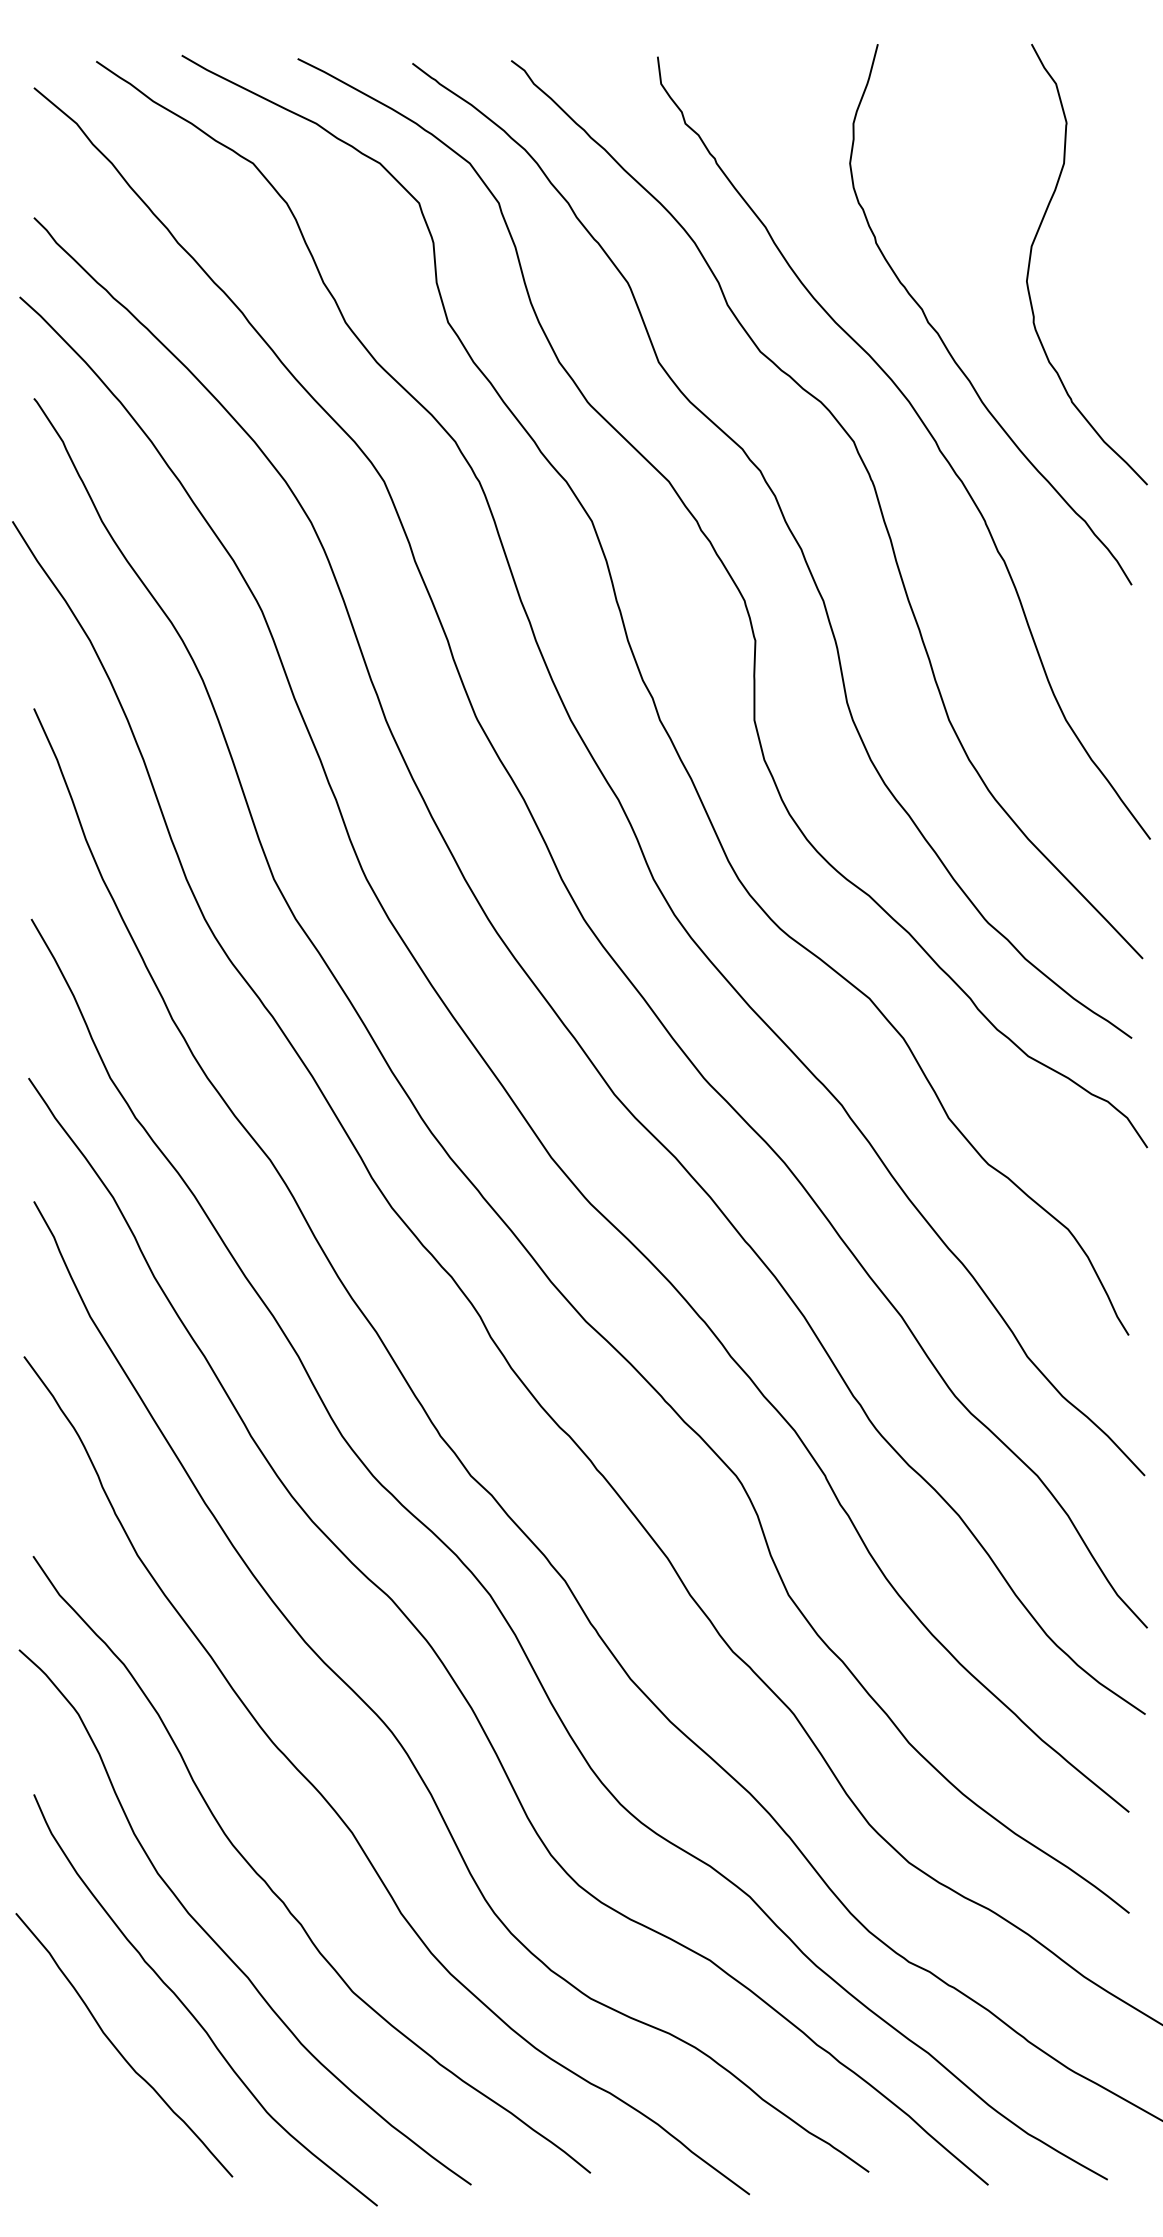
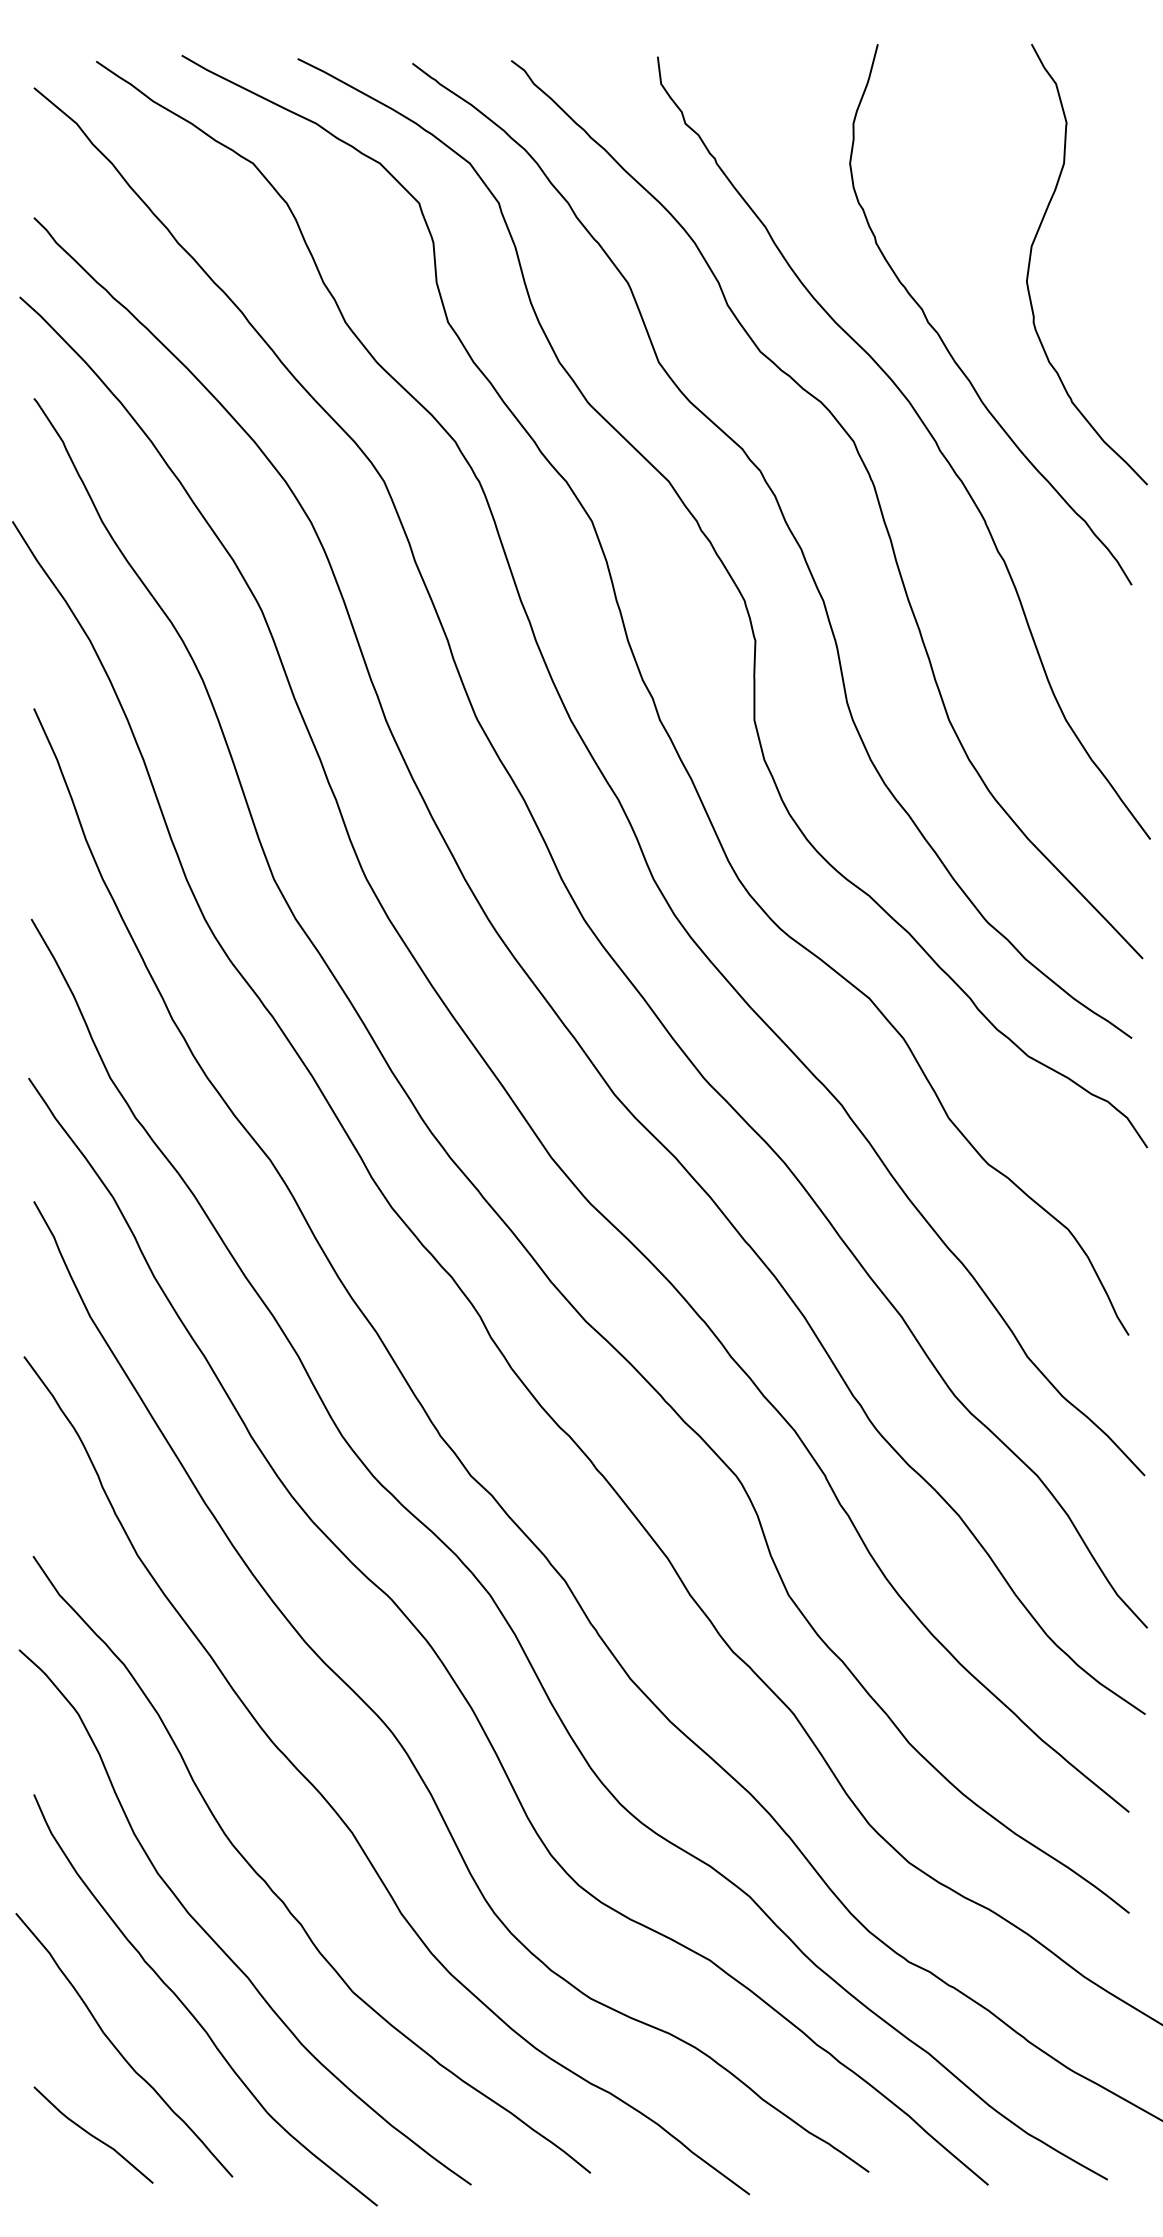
curve at (92, 2134): none -> present
